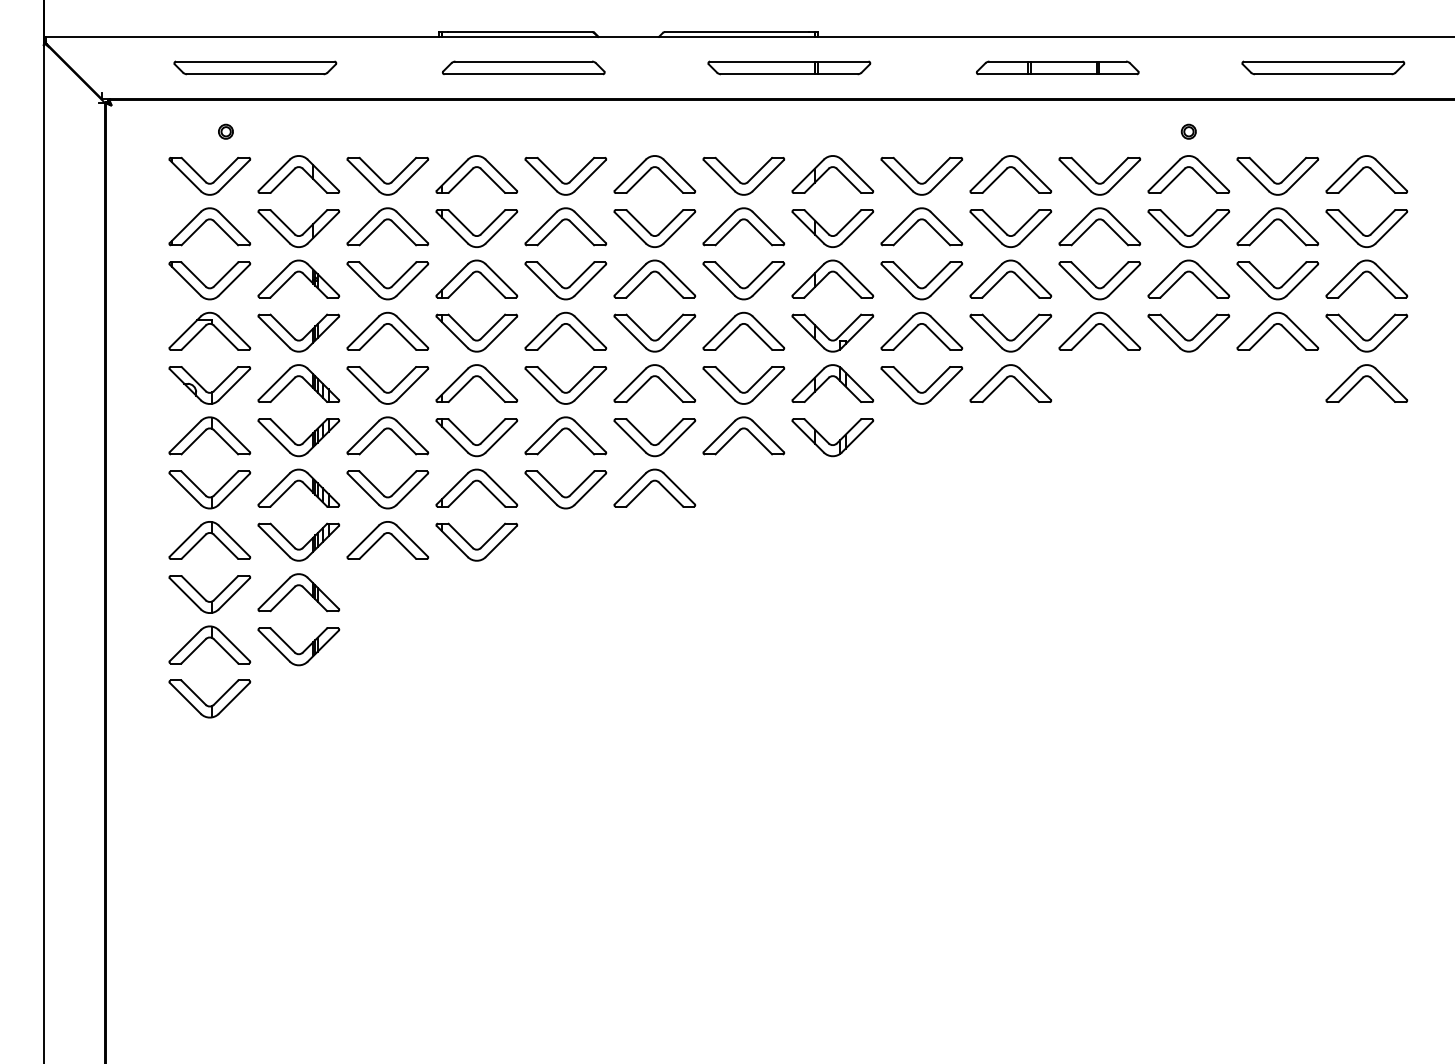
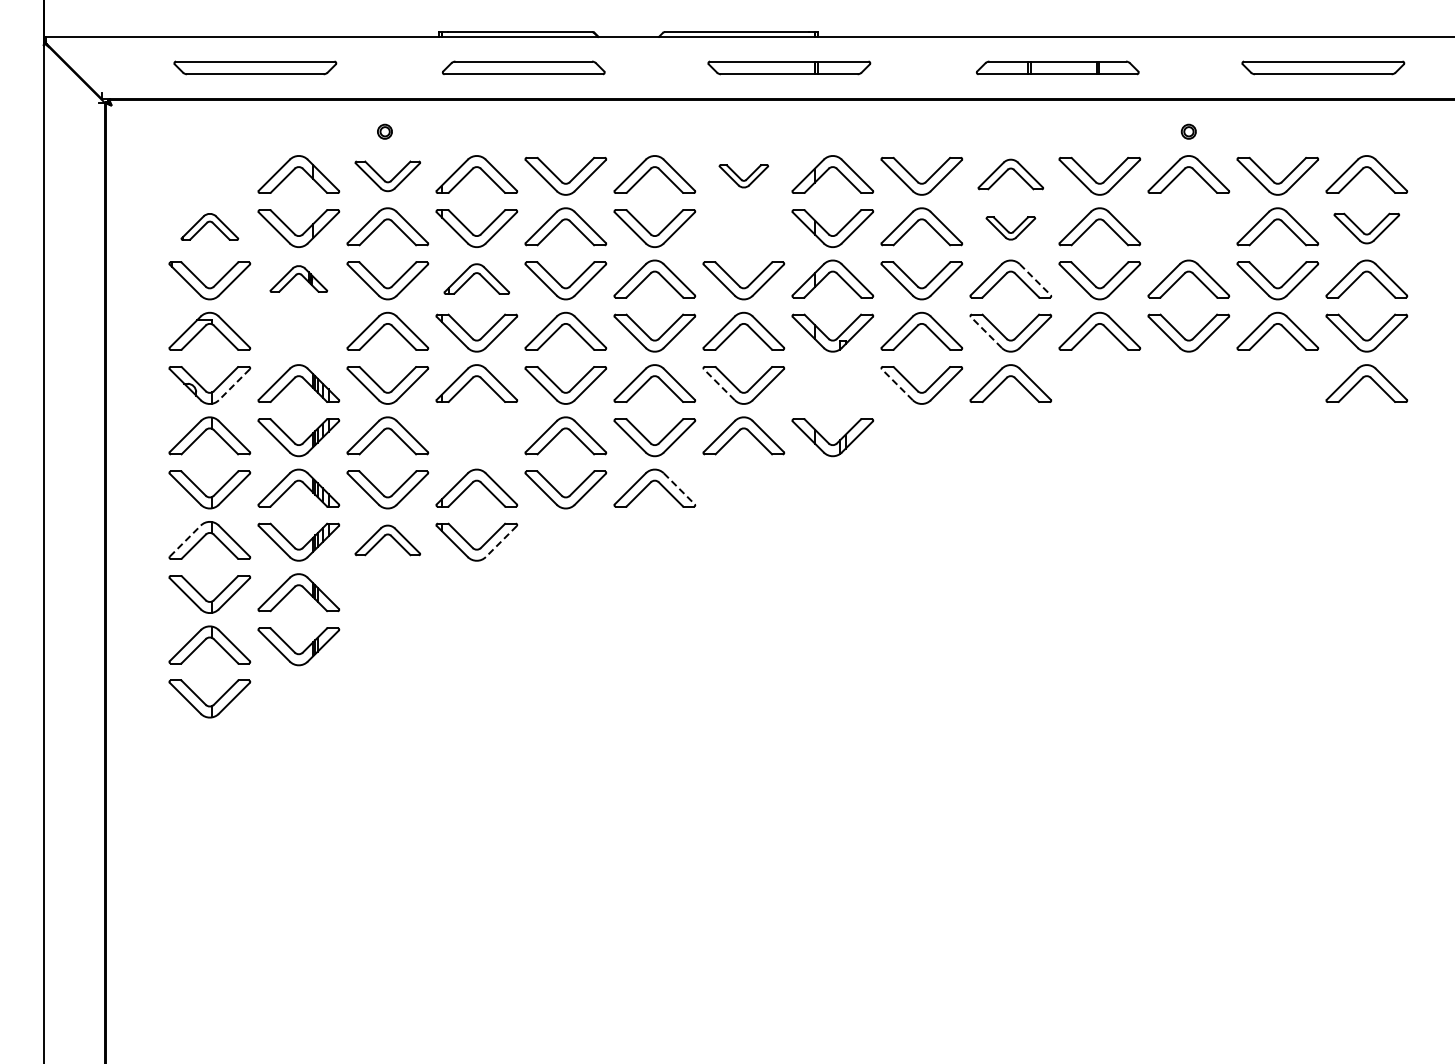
part at (225, 131) position: (225, 131) -> (384, 131)
part at (1010, 174) size: 84x39 px -> 67x33 px
part at (387, 176) size: 84x39 px -> 68x33 px
part at (743, 176) size: 84x39 px -> 52x25 px
part at (204, 179): present -> none
part at (209, 226) size: 84x40 px -> 60x28 px
part at (743, 226): present -> none
part at (1010, 228) size: 84x39 px -> 52x25 px
part at (1188, 228): present -> none
part at (1366, 228) size: 84x39 px -> 67x33 px
part at (298, 278) size: 84x40 px -> 60x28 px
part at (476, 278) size: 84x40 px -> 68x32 px
line at (1035, 279): solid -> dashed
line at (986, 332): solid -> dashed
part at (293, 336): present -> none
part at (832, 383): present -> none
line at (234, 384): solid -> dashed
line at (719, 384): solid -> dashed
line at (897, 384): solid -> dashed
part at (476, 437): present -> none
line at (679, 488): solid -> dashed
part at (387, 540) size: 84x39 px -> 67x33 px
line at (185, 541): solid -> dashed
line at (501, 541): solid -> dashed
